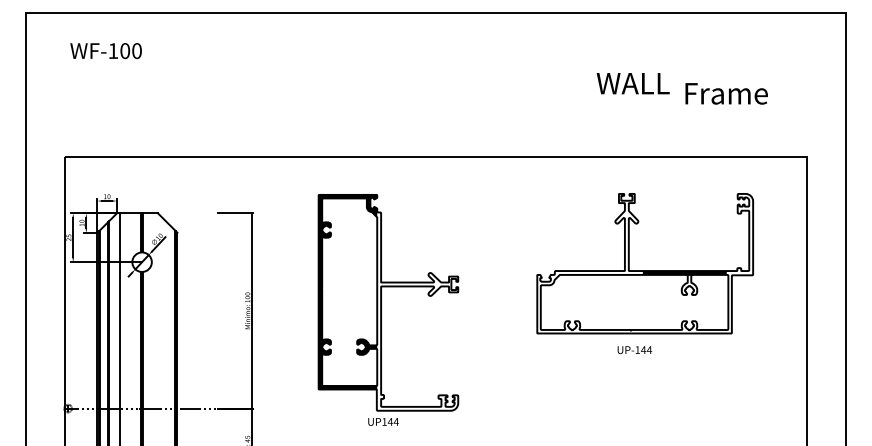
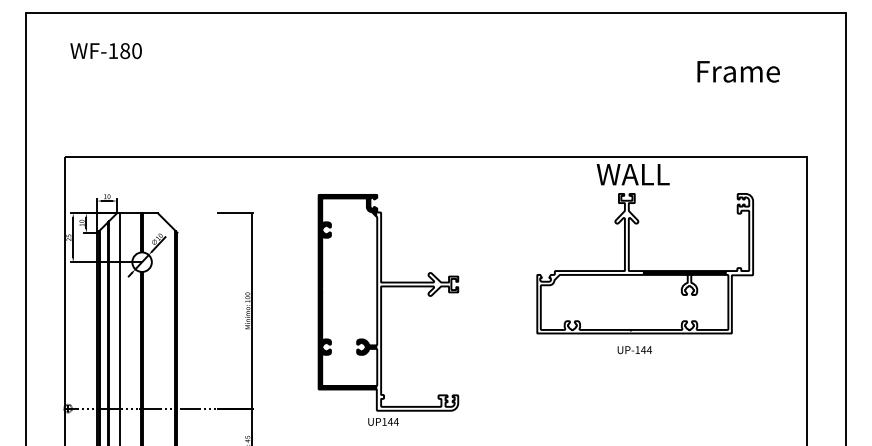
text at (125, 50): WF-100 -> WF-180
text at (632, 83) position: (632, 83) -> (632, 174)
text at (726, 93) position: (726, 93) -> (738, 71)
